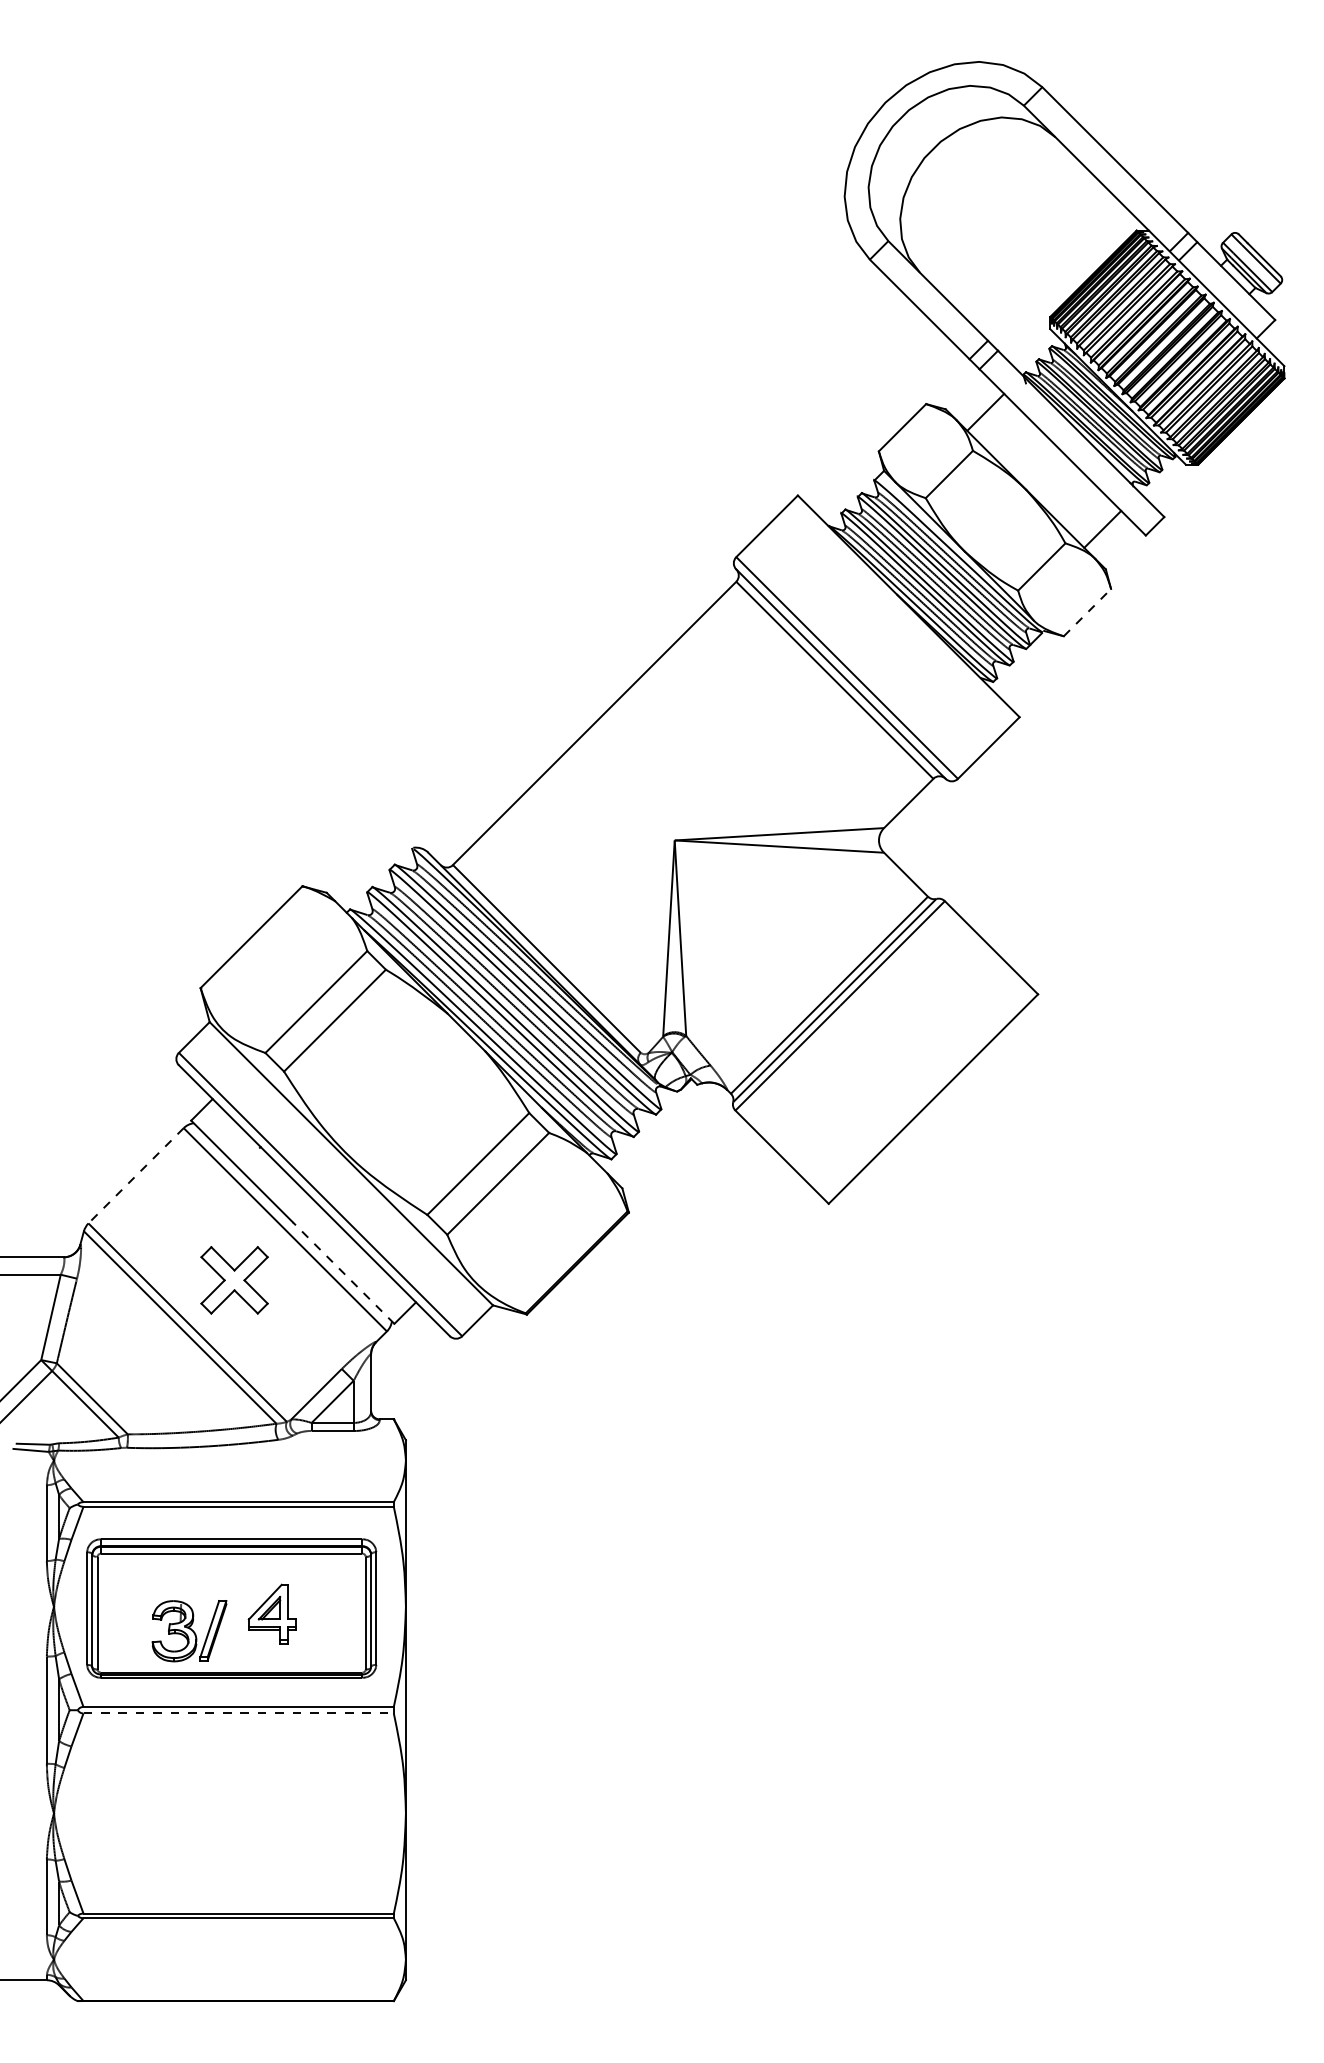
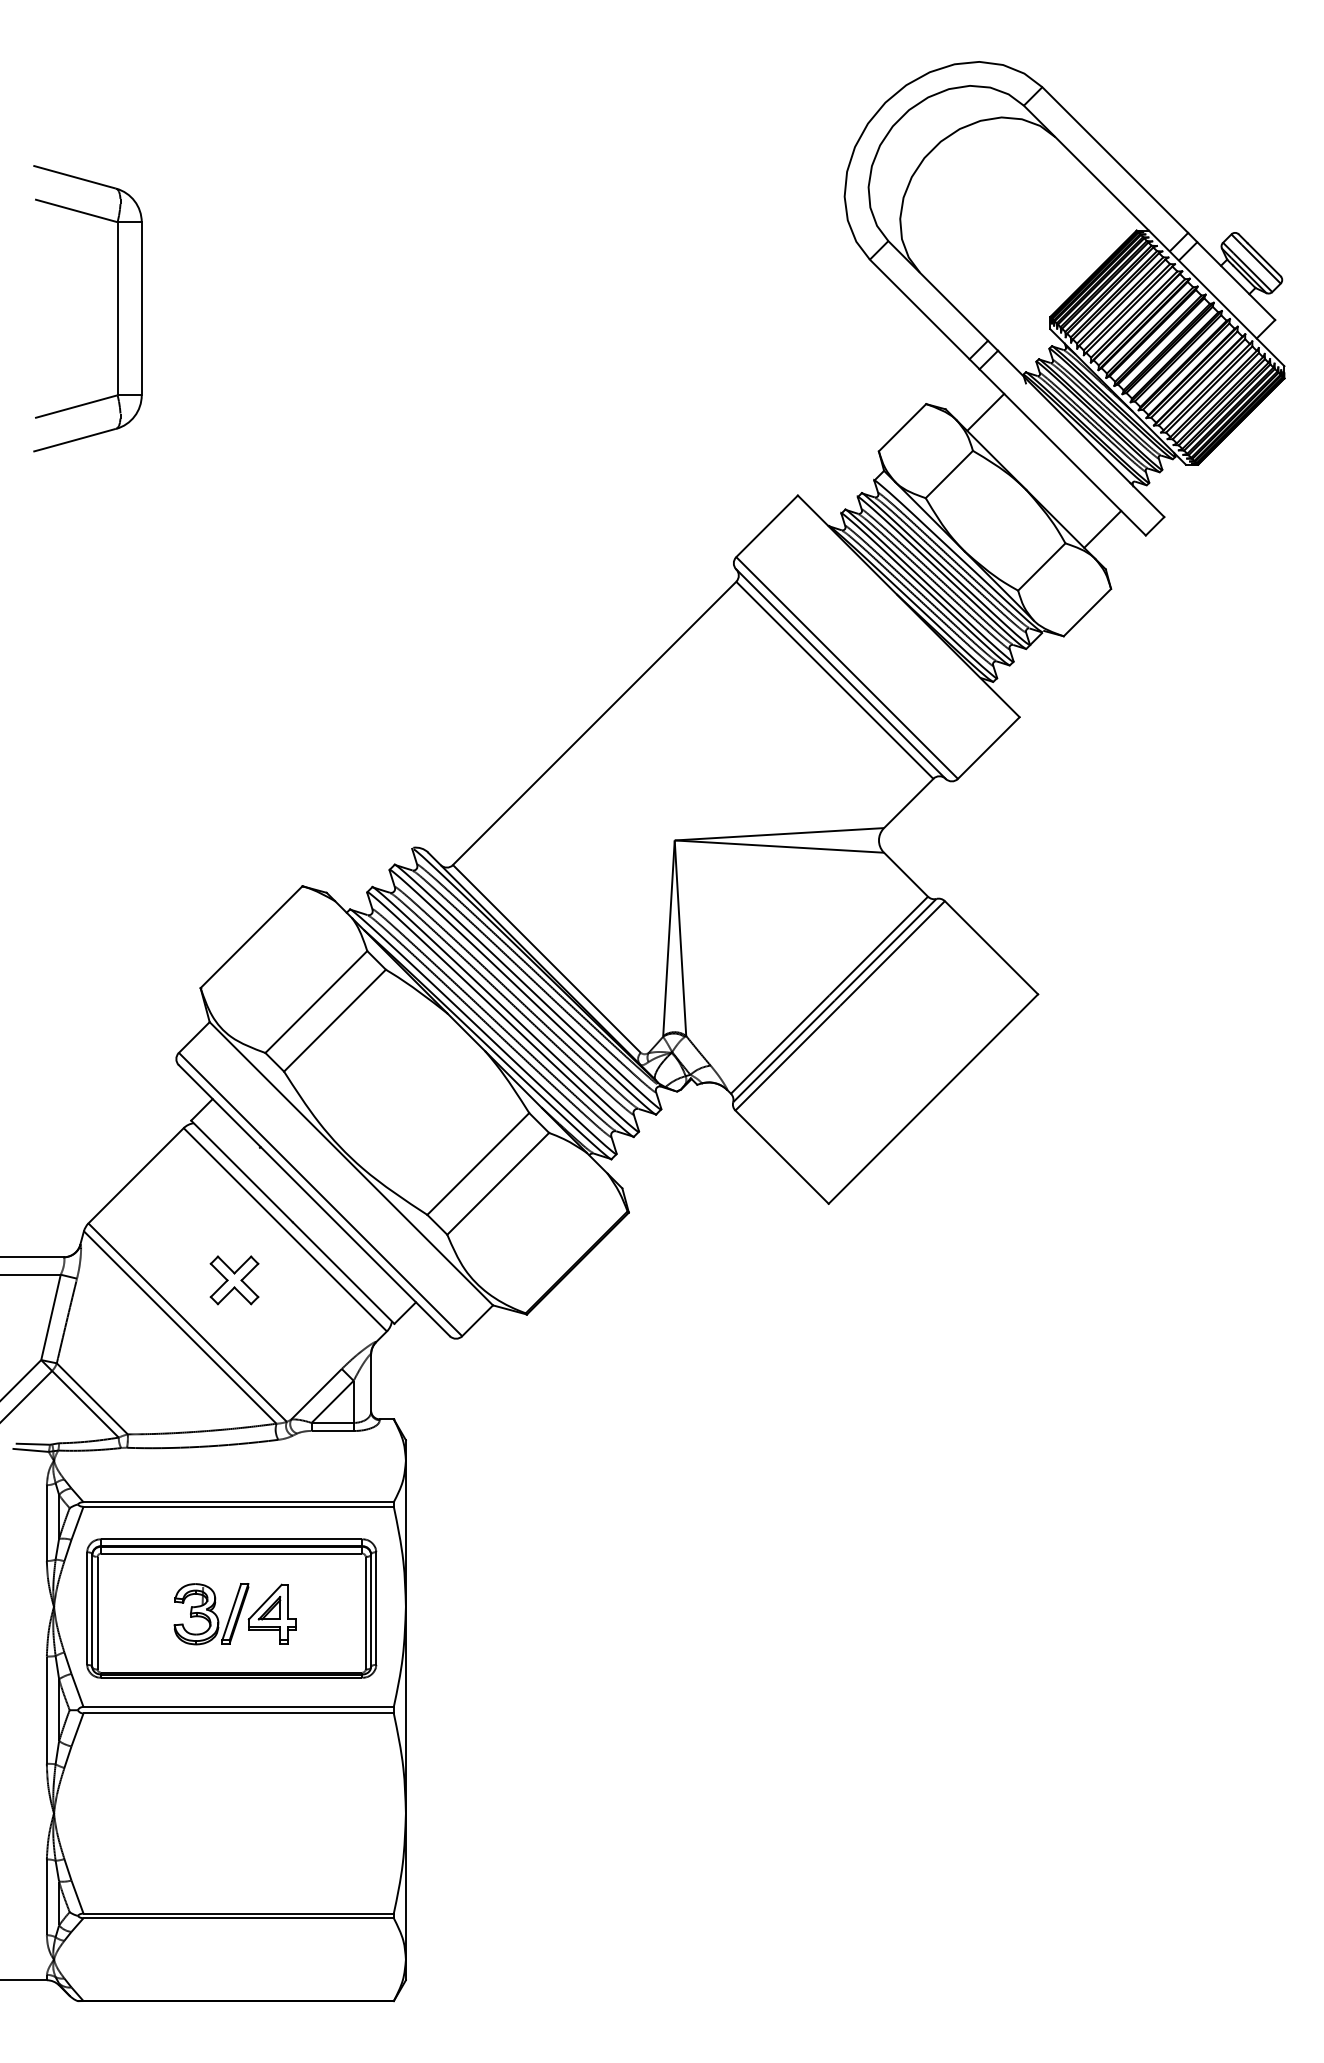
part at (117, 308): none -> present
line at (1087, 612): dashed -> solid
line at (135, 1176): dashed -> solid
line at (343, 1273): dashed -> solid
part at (234, 1280) size: 69x69 px -> 51x51 px
part at (189, 1631) position: (189, 1631) -> (211, 1614)
line at (239, 1713): dashed -> solid
